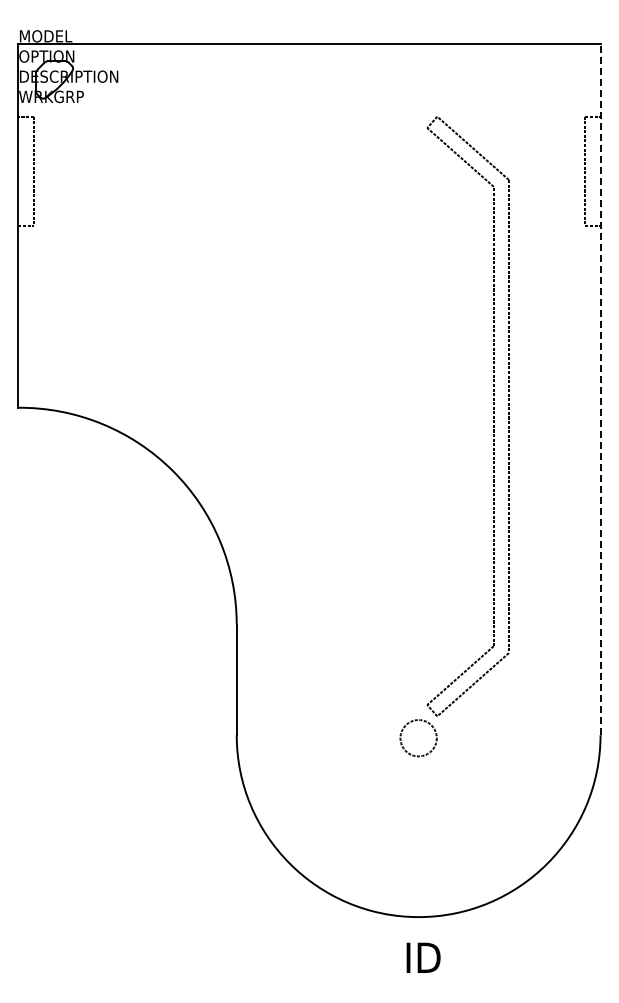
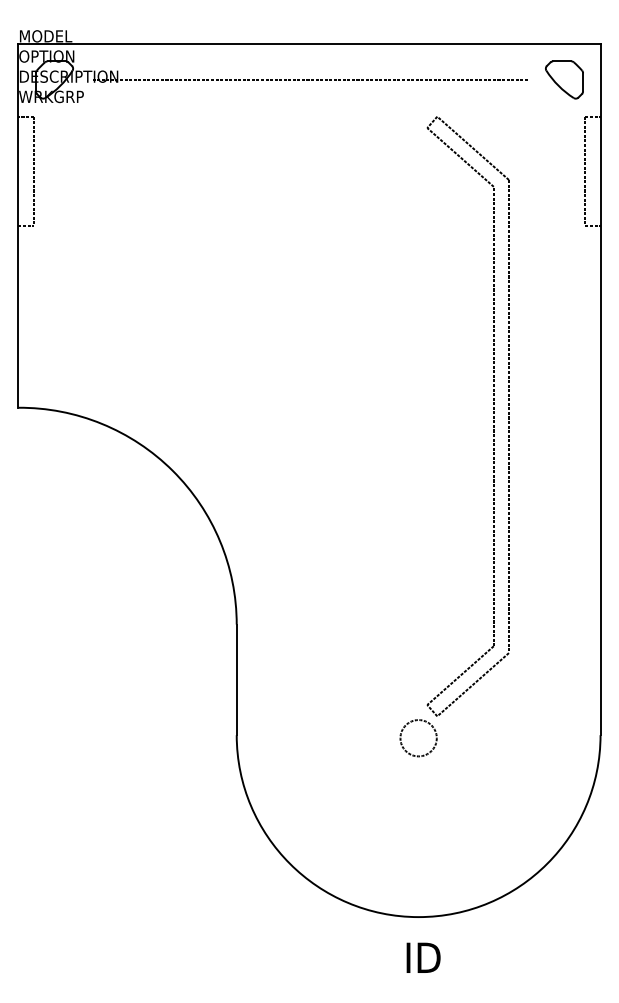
part at (564, 79): none -> present
line at (309, 80): none -> present
line at (600, 389): dashed -> solid
